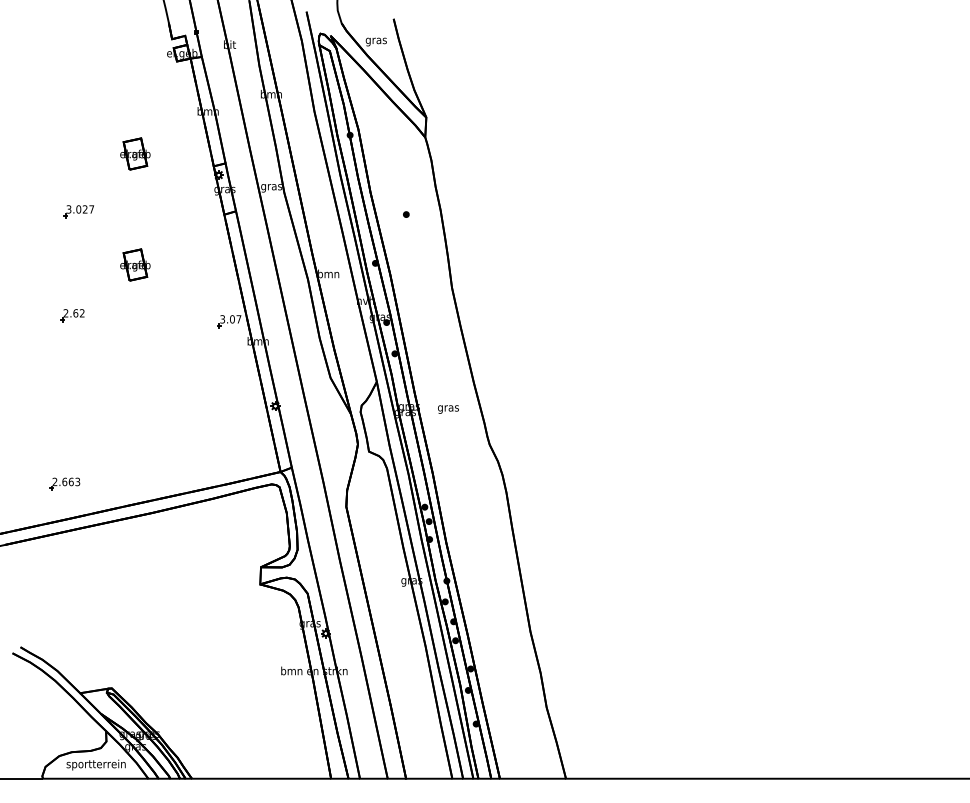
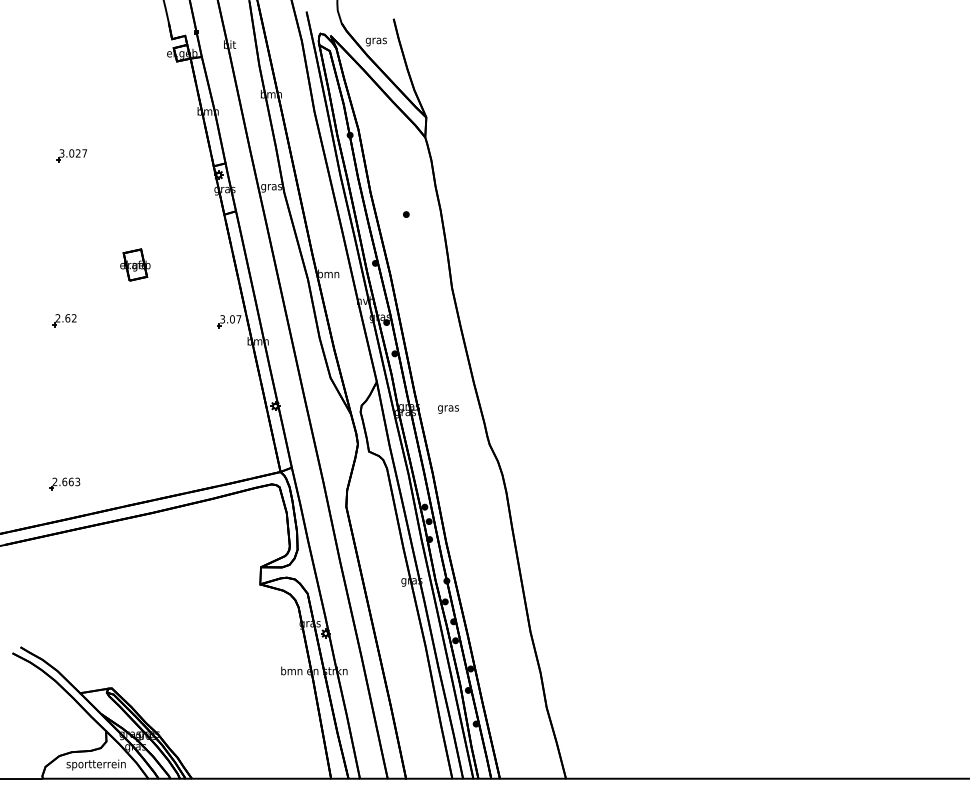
part at (135, 153): present -> none
part at (78, 211) position: (78, 211) -> (71, 155)
part at (72, 315) position: (72, 315) -> (64, 320)
